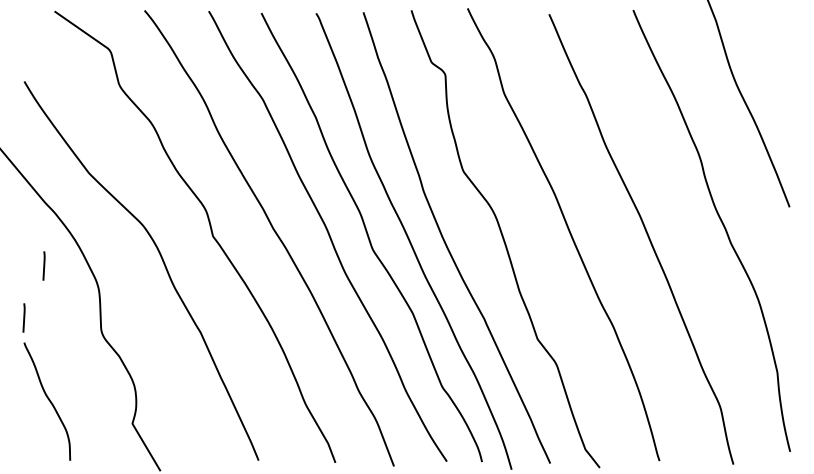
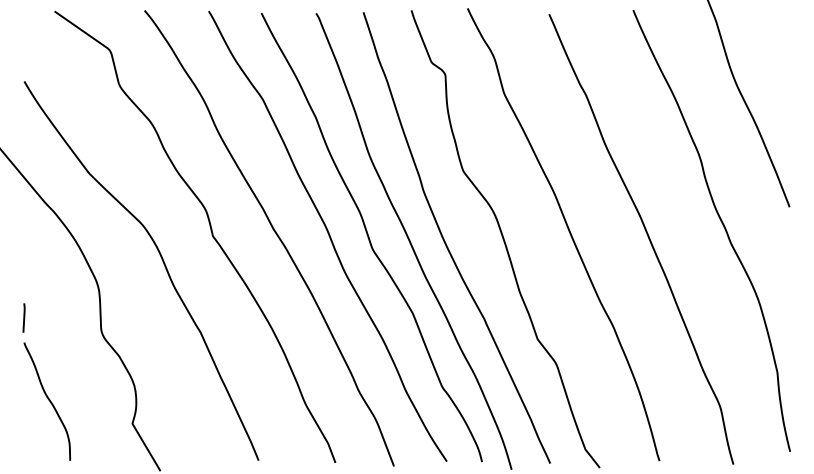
line at (43, 265): present -> none
